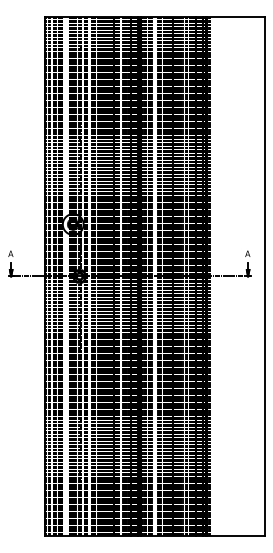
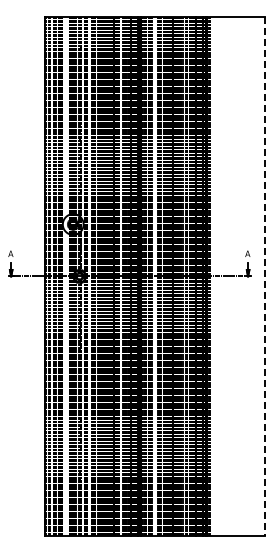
line at (264, 276): solid -> dashed
